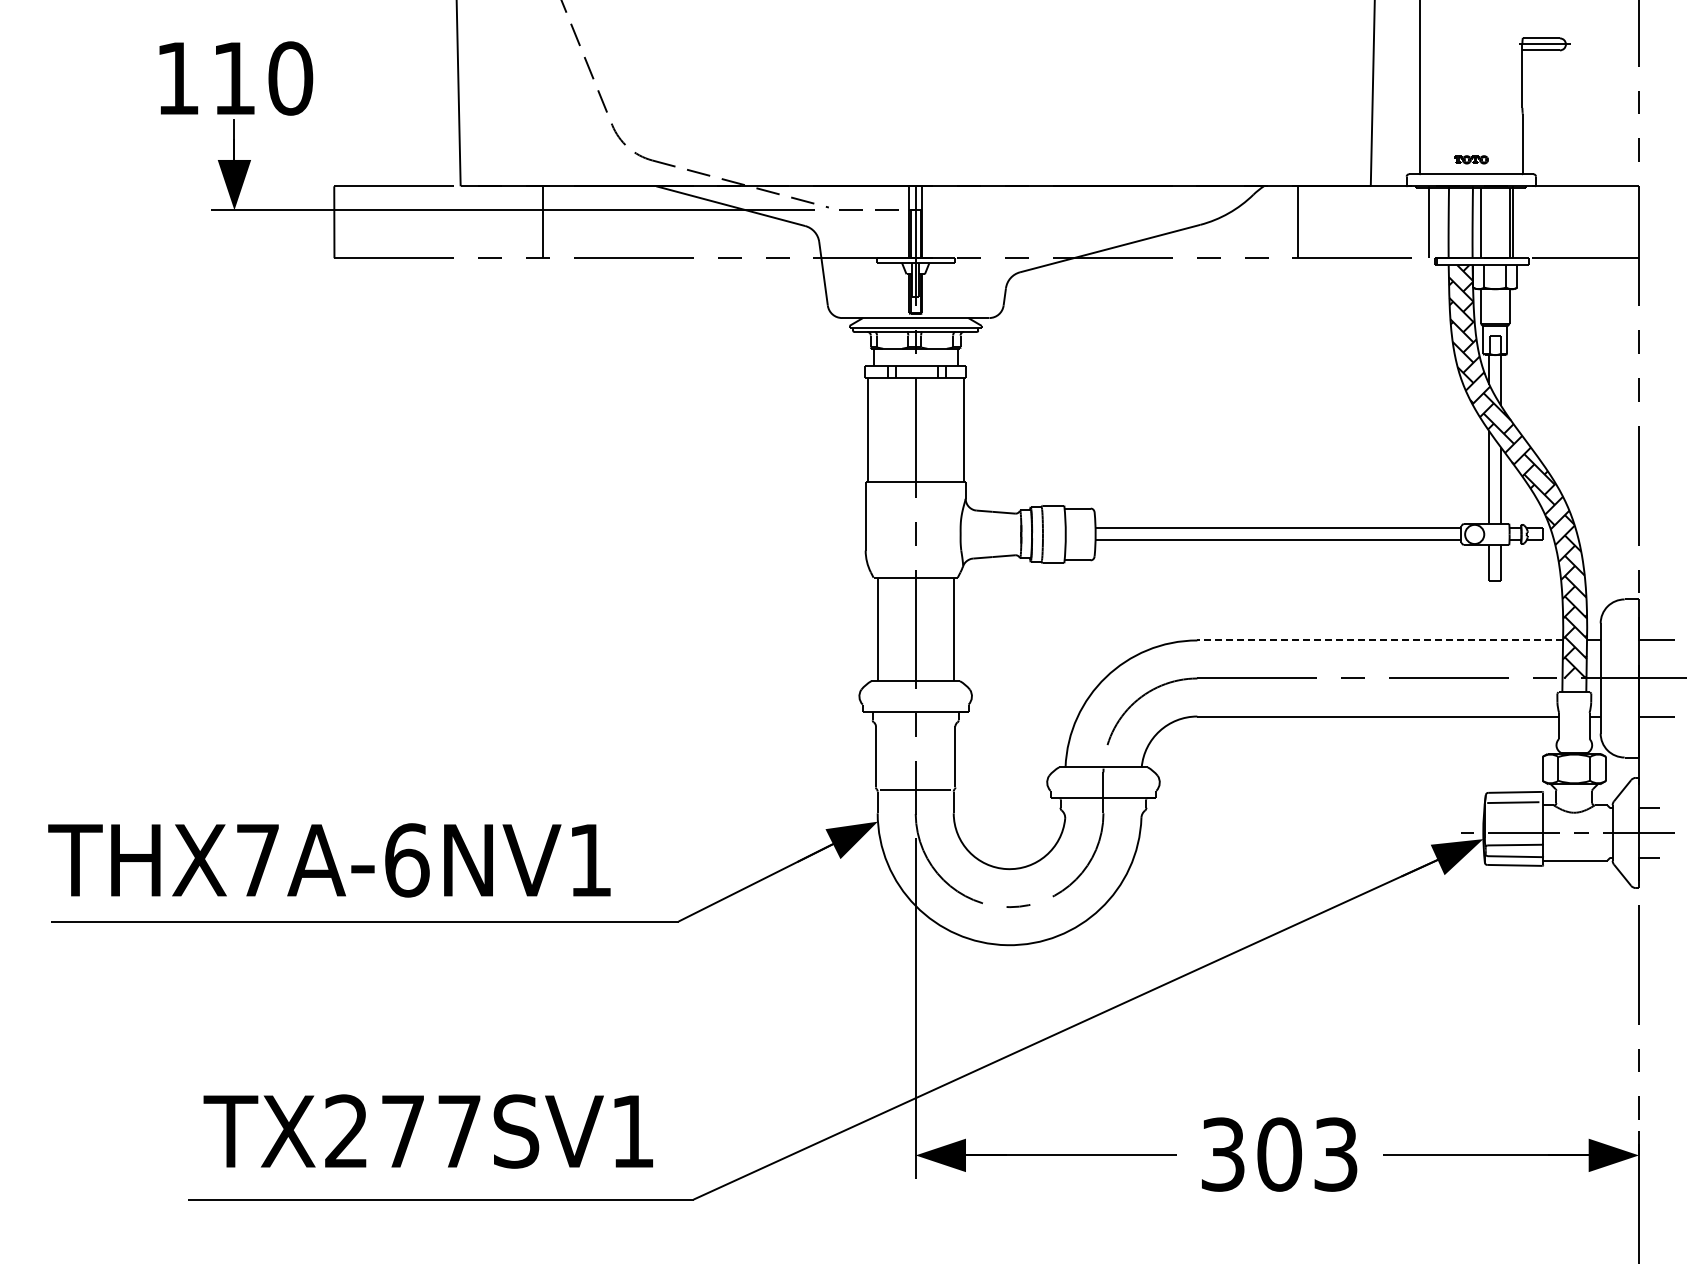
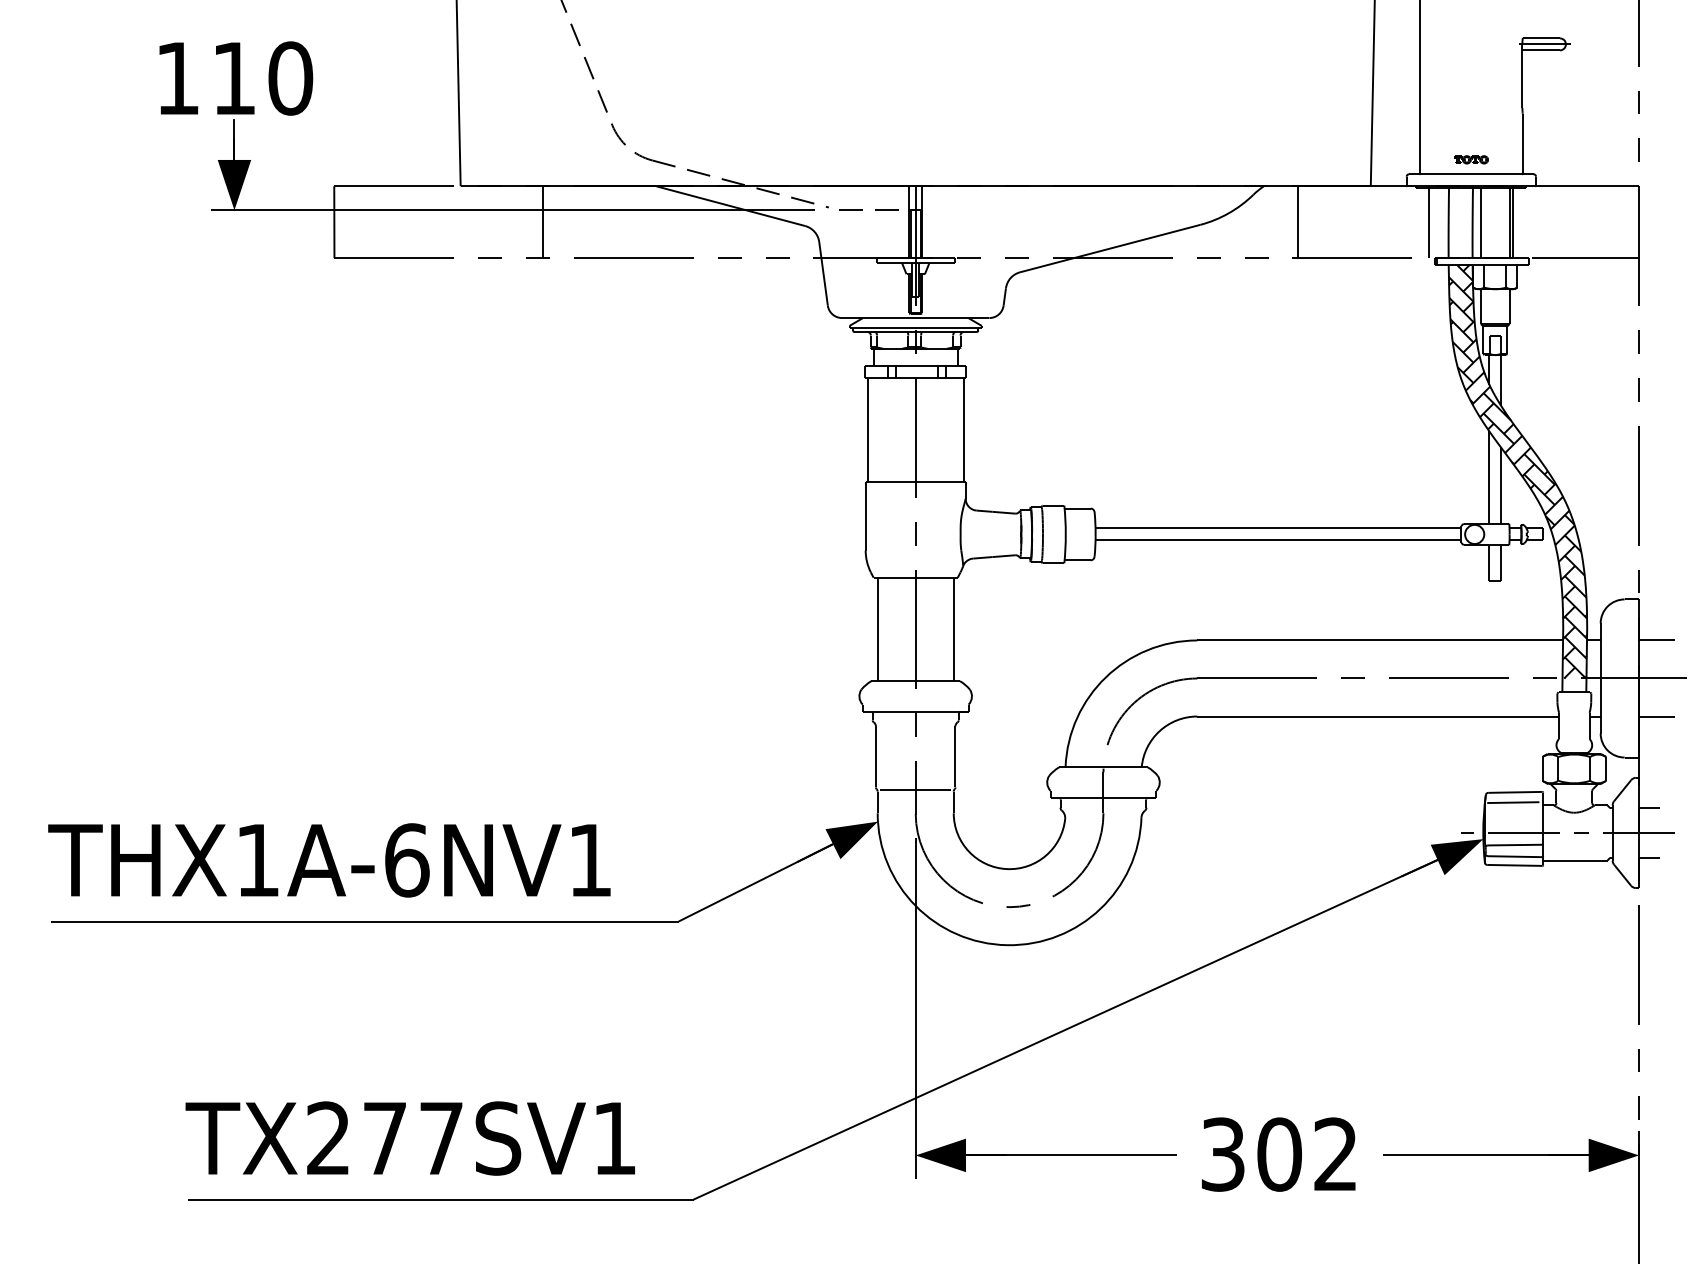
line at (1380, 640): dashed -> solid
text at (257, 860): THX7A-6NV1 -> THX1A-6NV1
text at (427, 1131) position: (427, 1131) -> (409, 1138)
text at (1335, 1154): 303 -> 302
